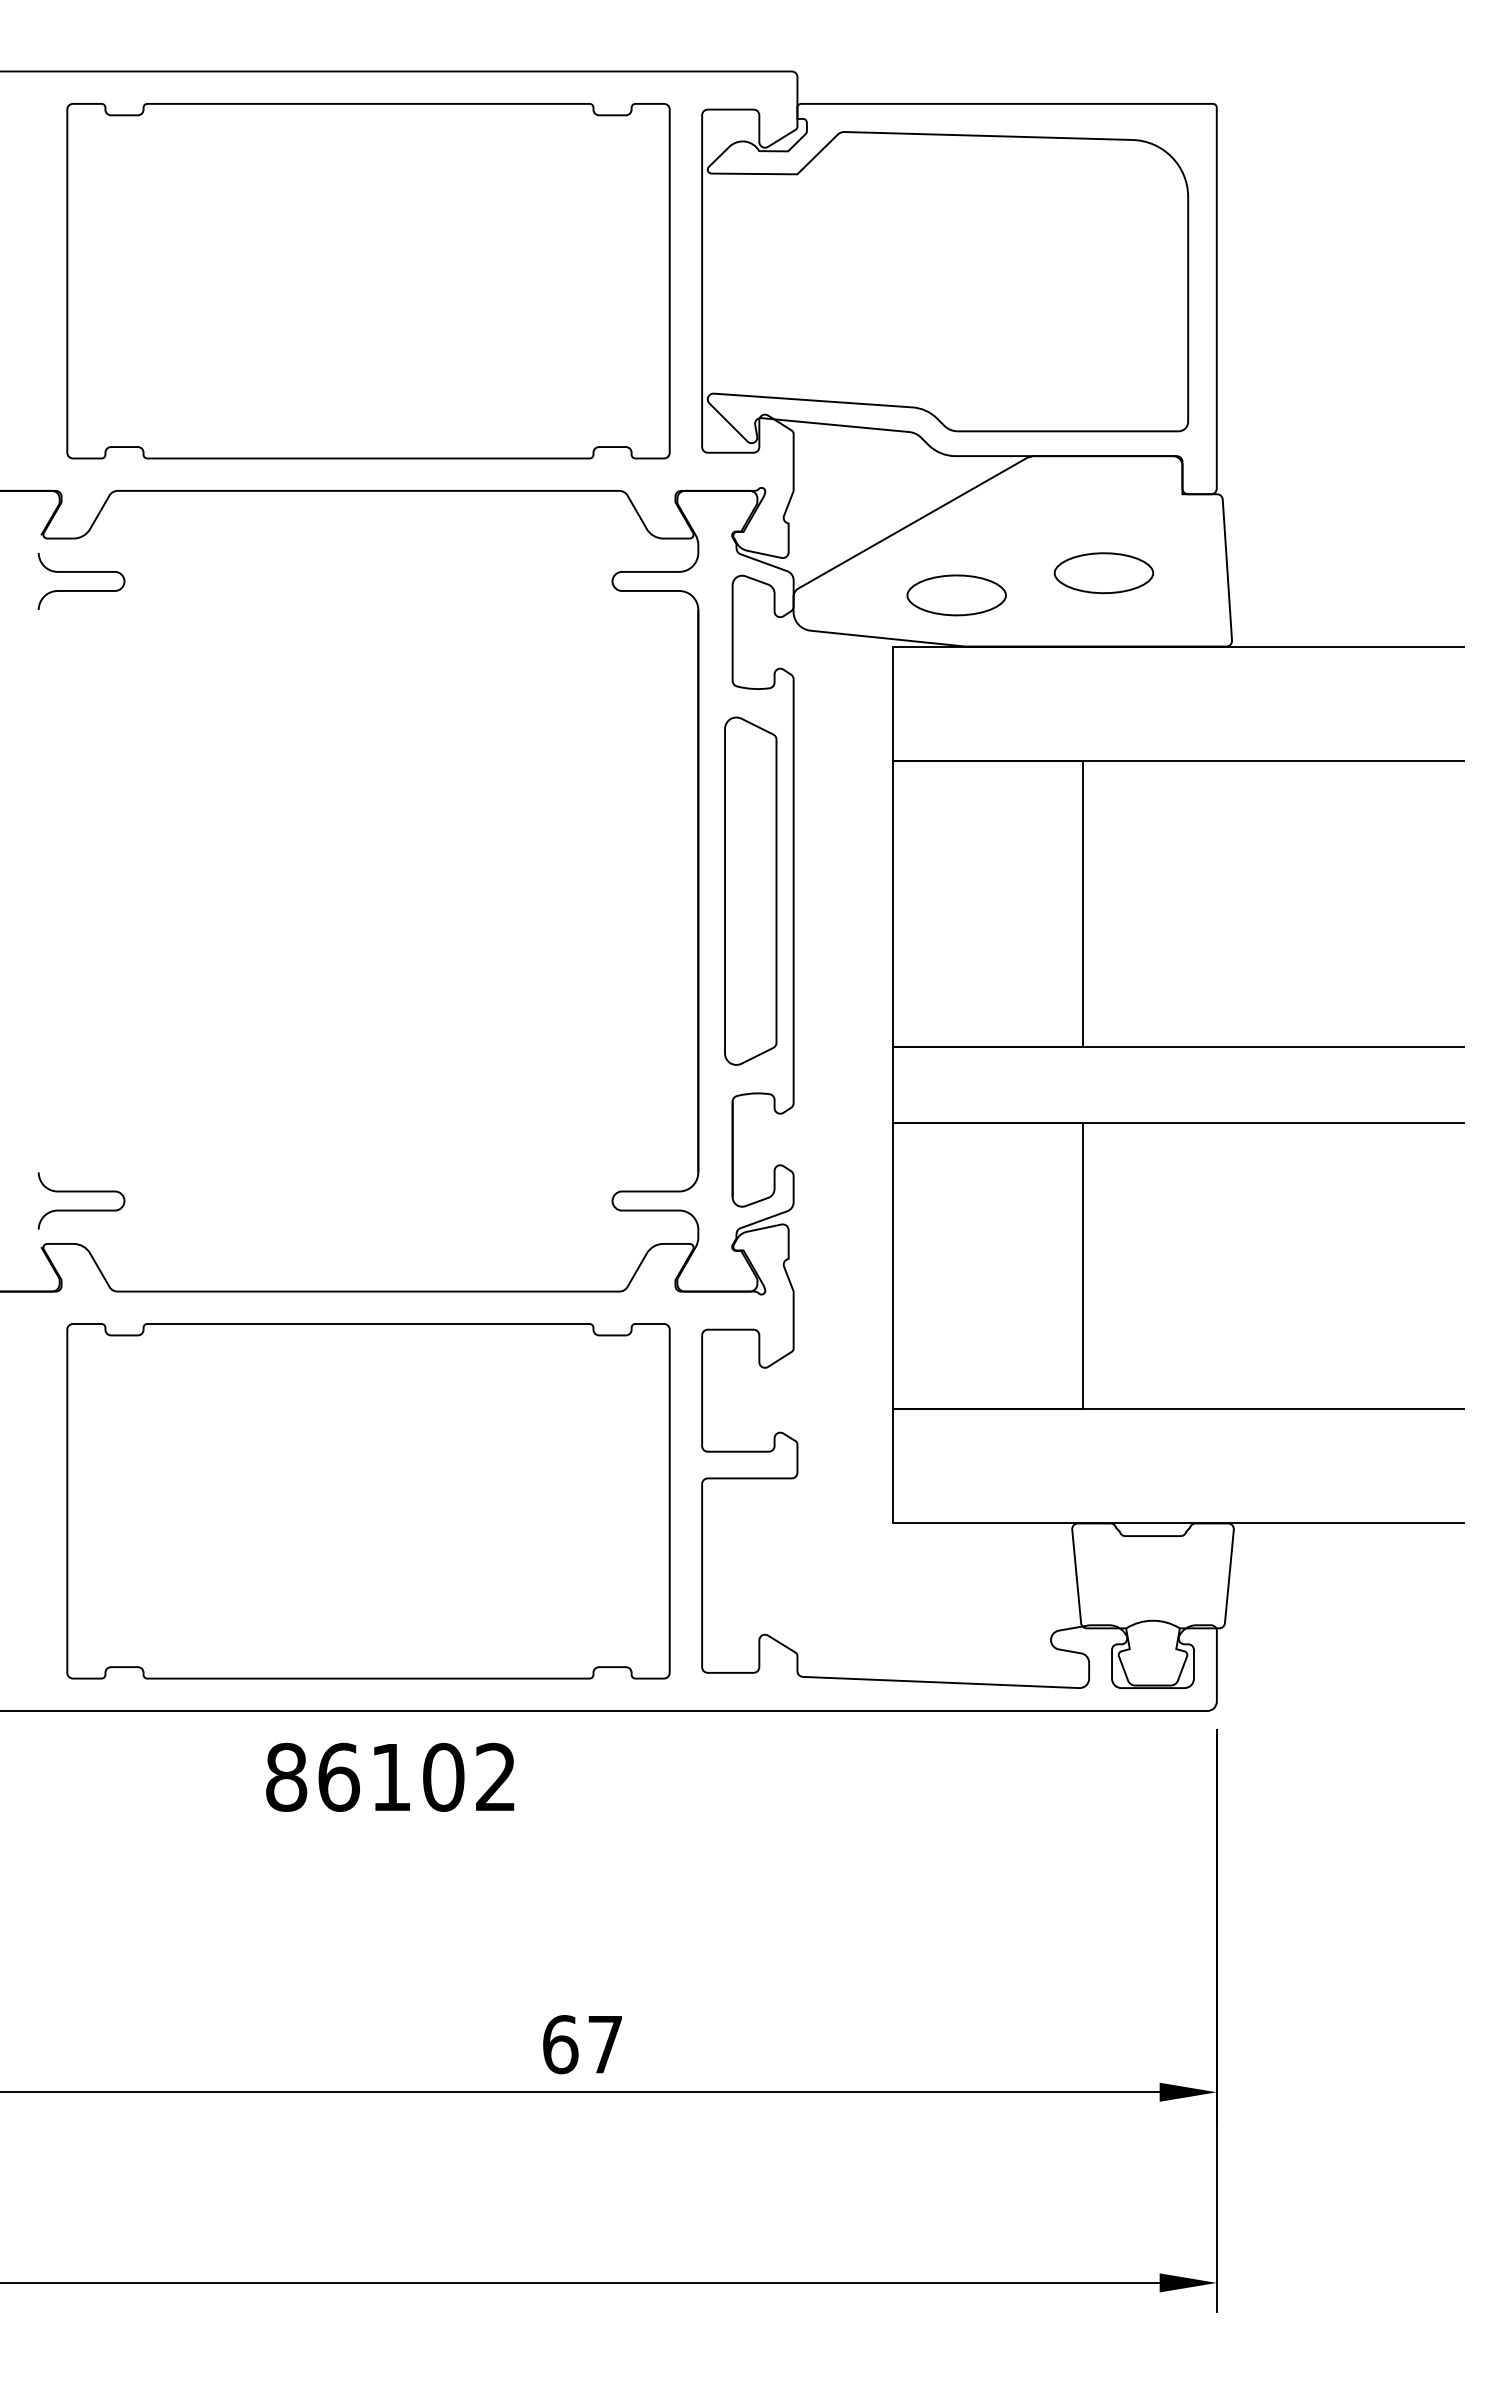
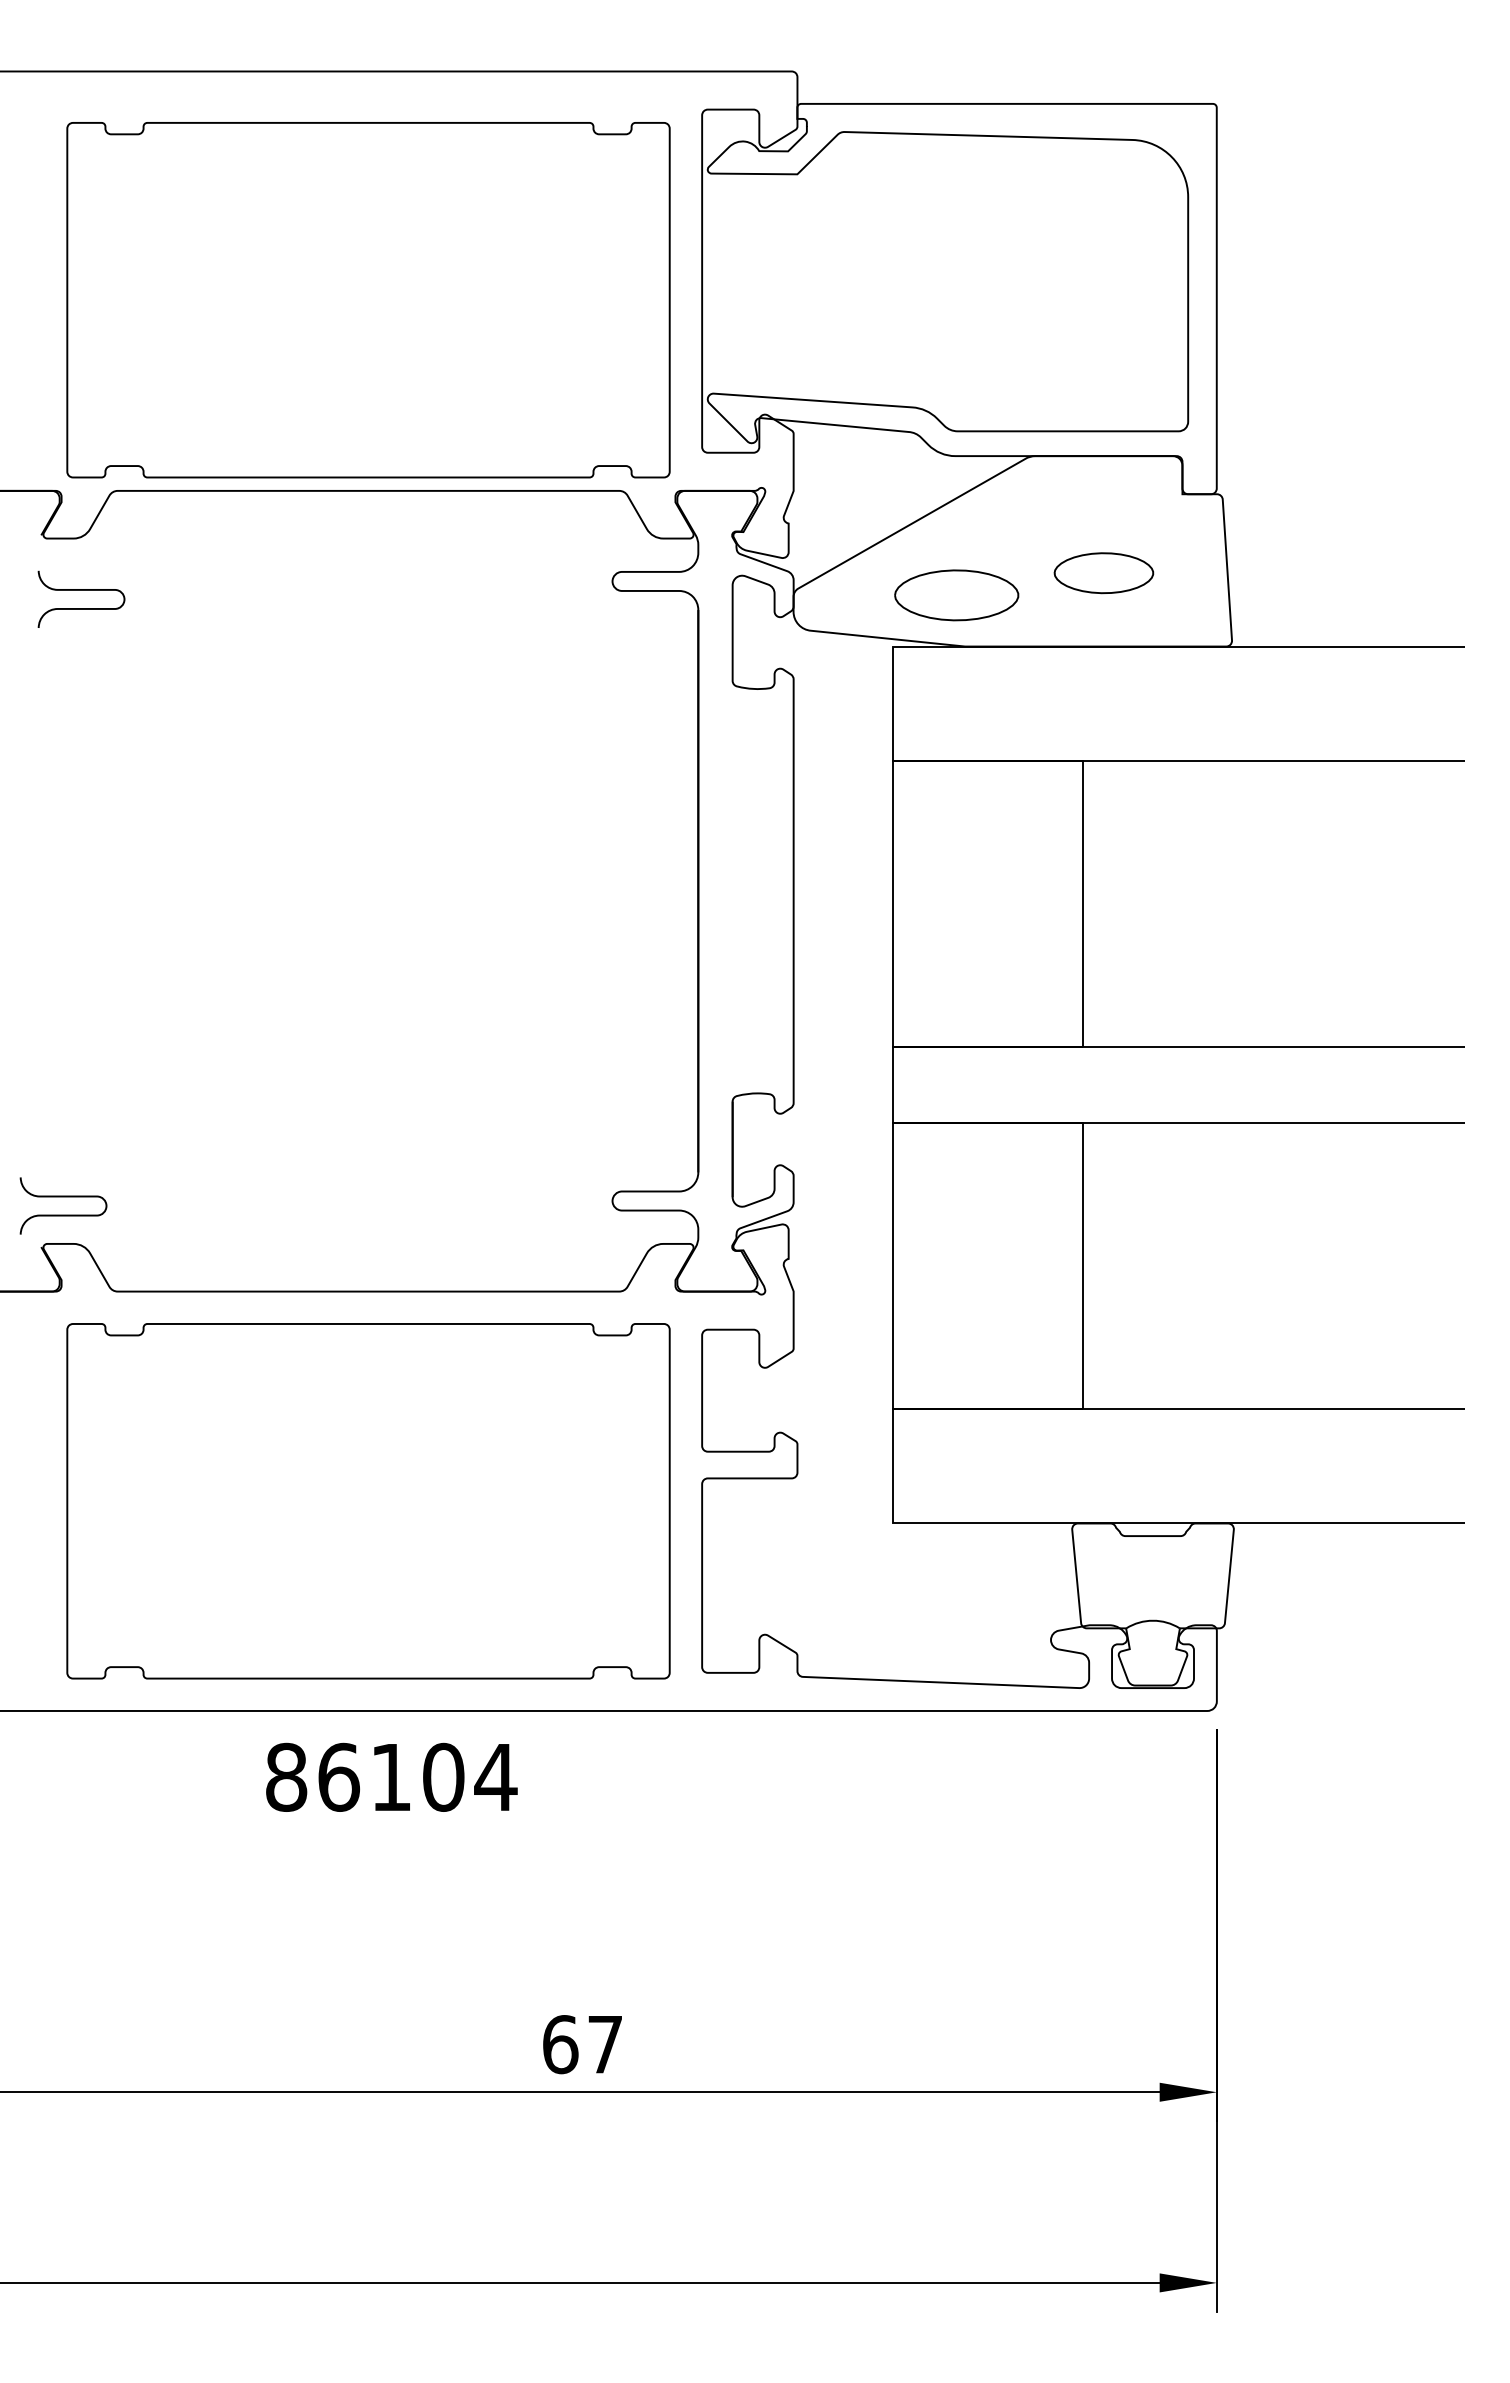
part at (368, 281) position: (368, 281) -> (368, 300)
curve at (81, 572) position: (81, 572) -> (81, 590)
part at (956, 595) size: 101x43 px -> 126x53 px
part at (750, 890): present -> none
curve at (81, 1192) position: (81, 1192) -> (63, 1197)
text at (495, 1776): 86102 -> 86104
